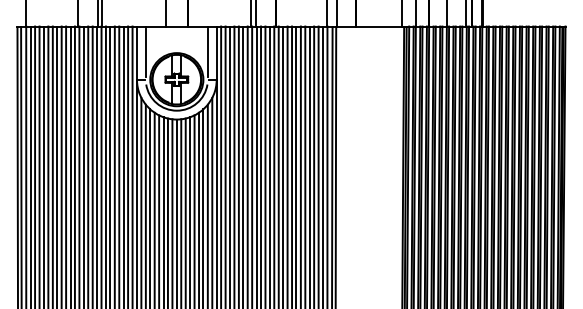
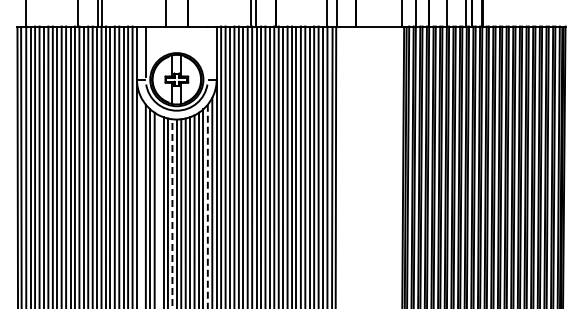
line at (207, 53): present -> none
line at (141, 201): present -> none
line at (207, 206): solid -> dashed
line at (159, 210): present -> none
line at (172, 213): solid -> dashed
